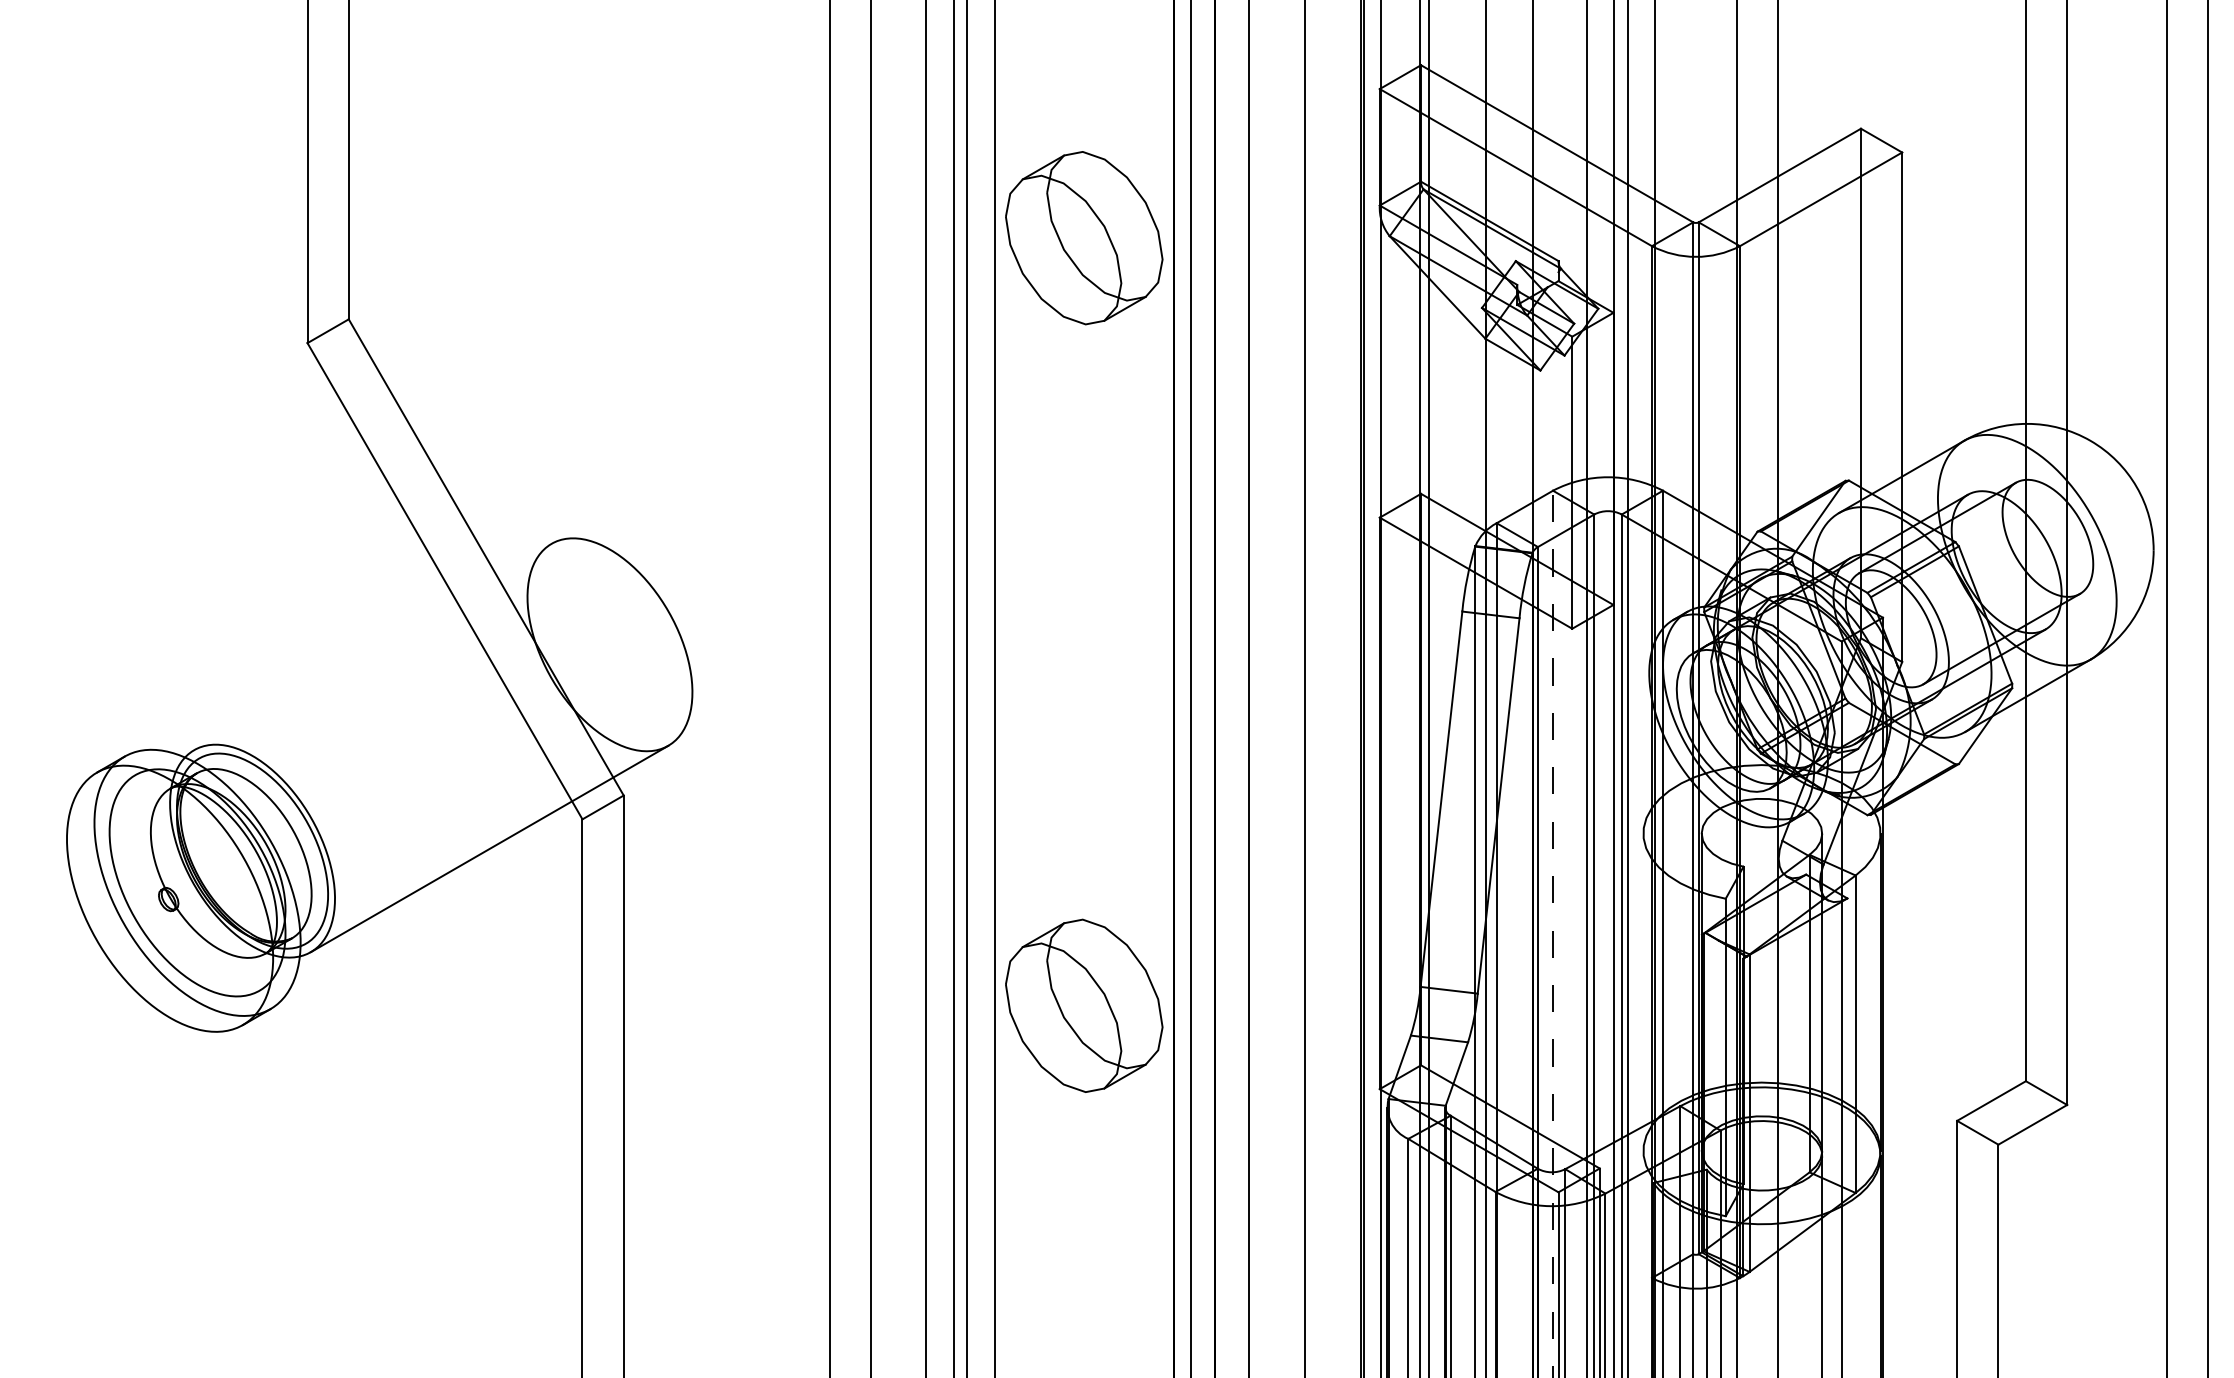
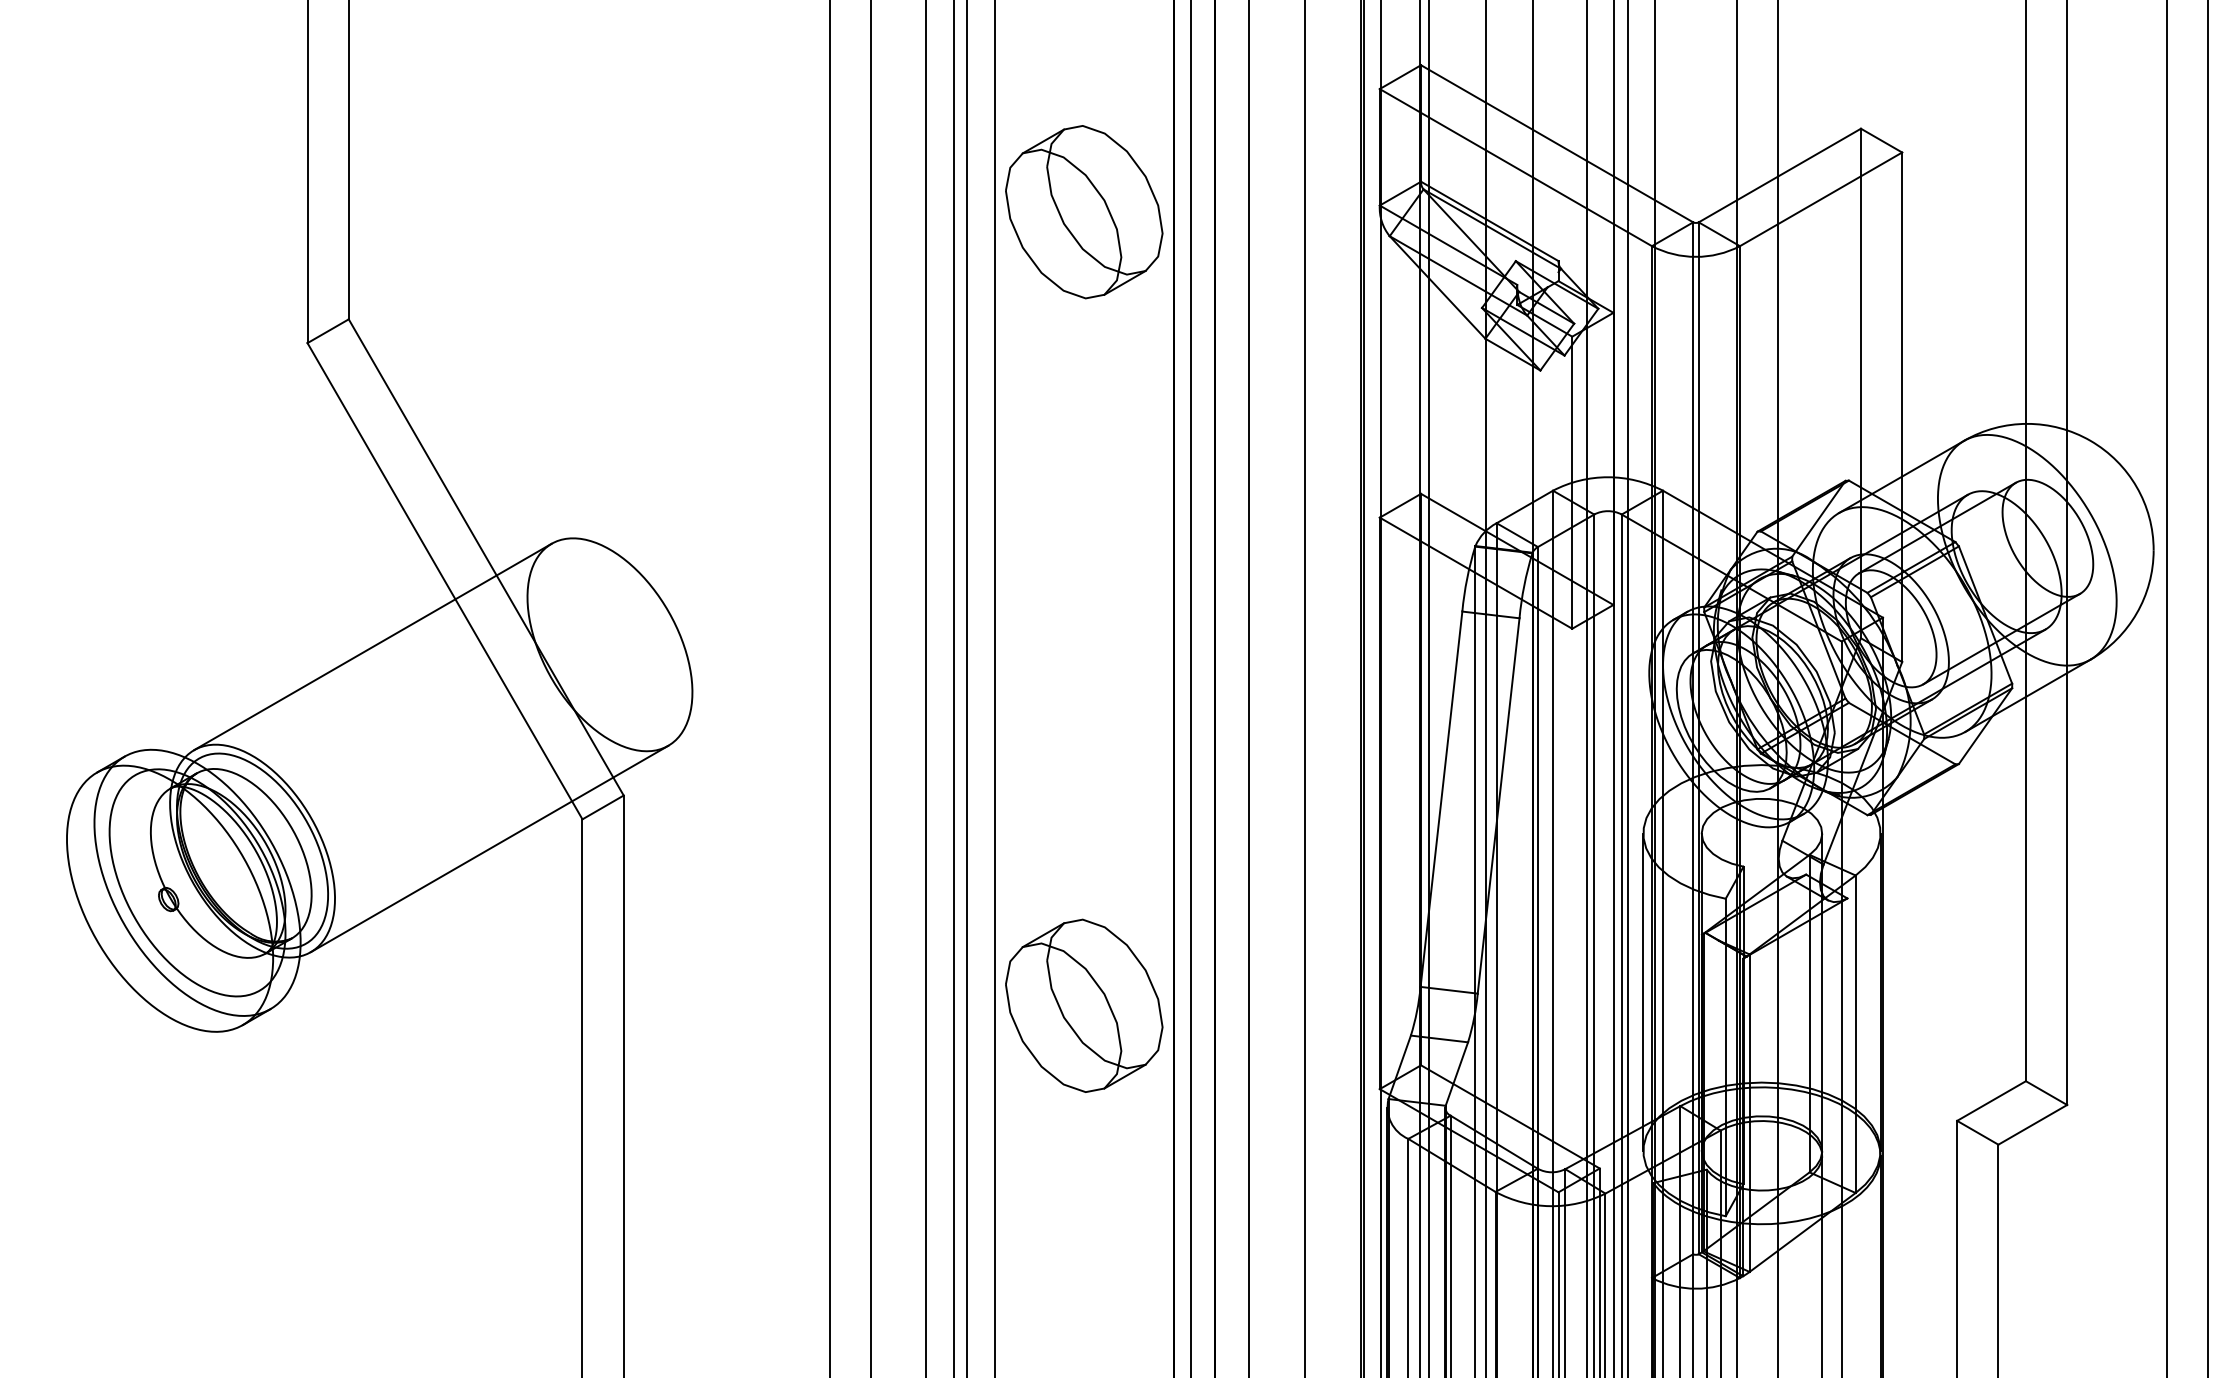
part at (1084, 238) position: (1084, 238) -> (1084, 212)
line at (372, 646): none -> present
line at (1553, 933): dashed -> solid
line at (1643, 992): none -> present
